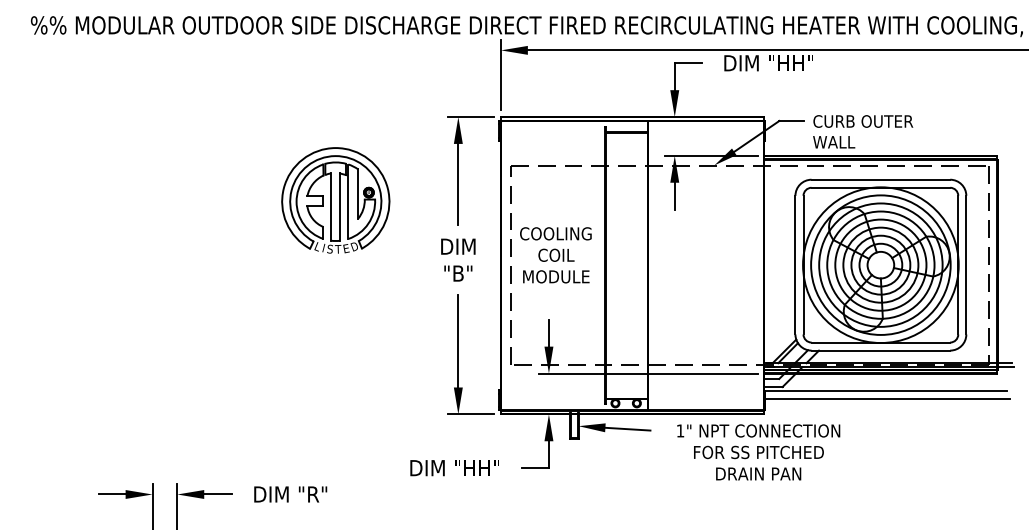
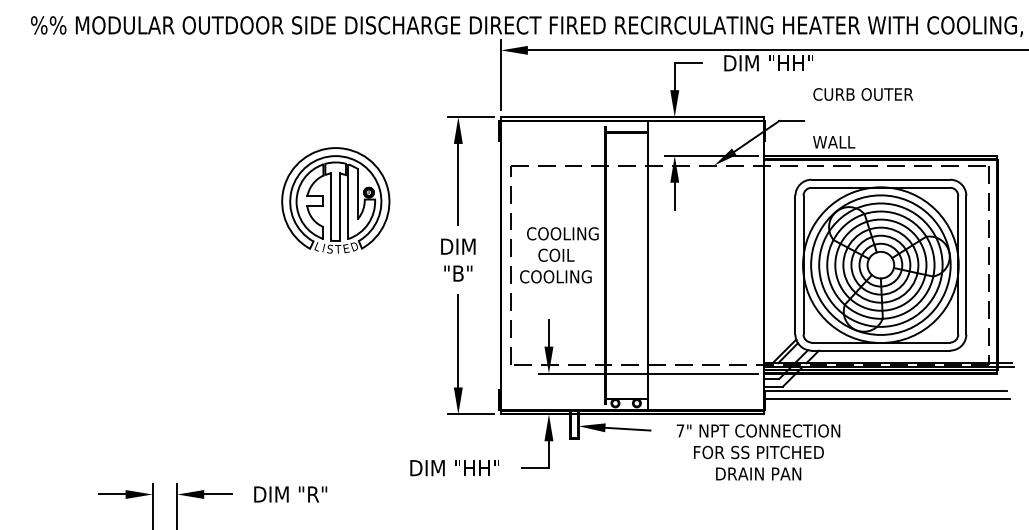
text at (863, 121) position: (863, 121) -> (863, 94)
text at (555, 233) position: (555, 233) -> (562, 233)
text at (555, 276): MODULE -> COOLING
text at (680, 430): 1" -> 7"
